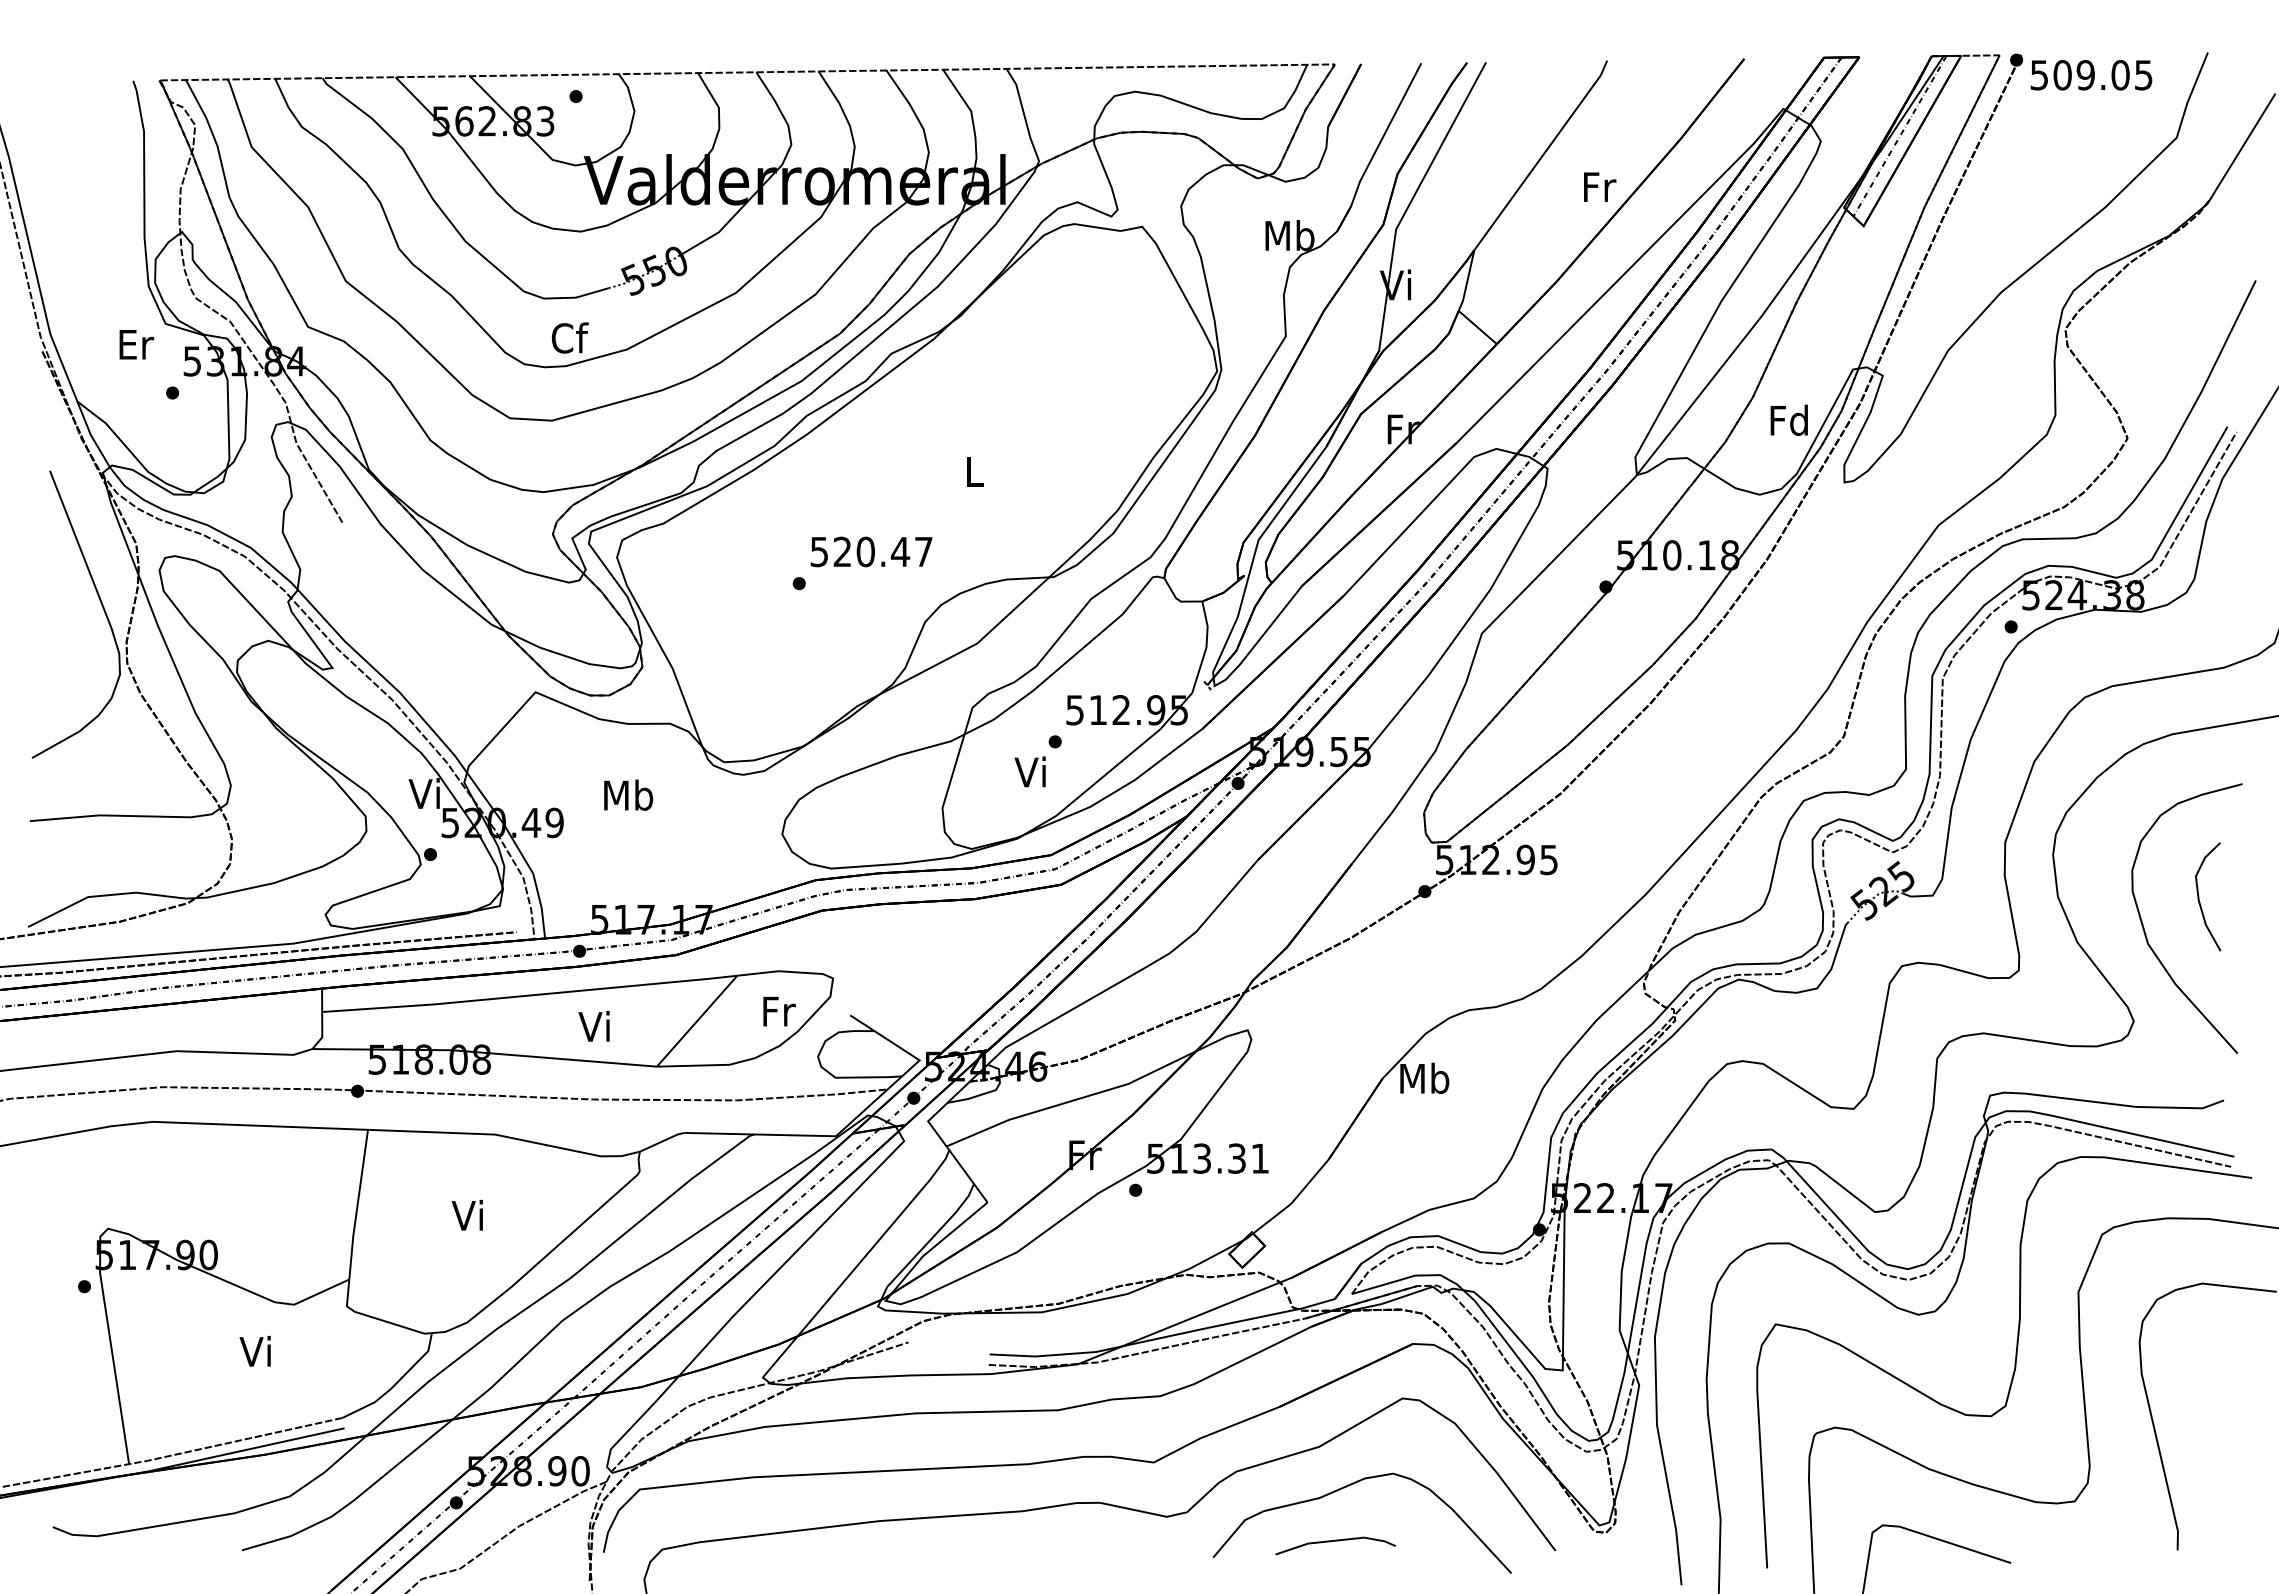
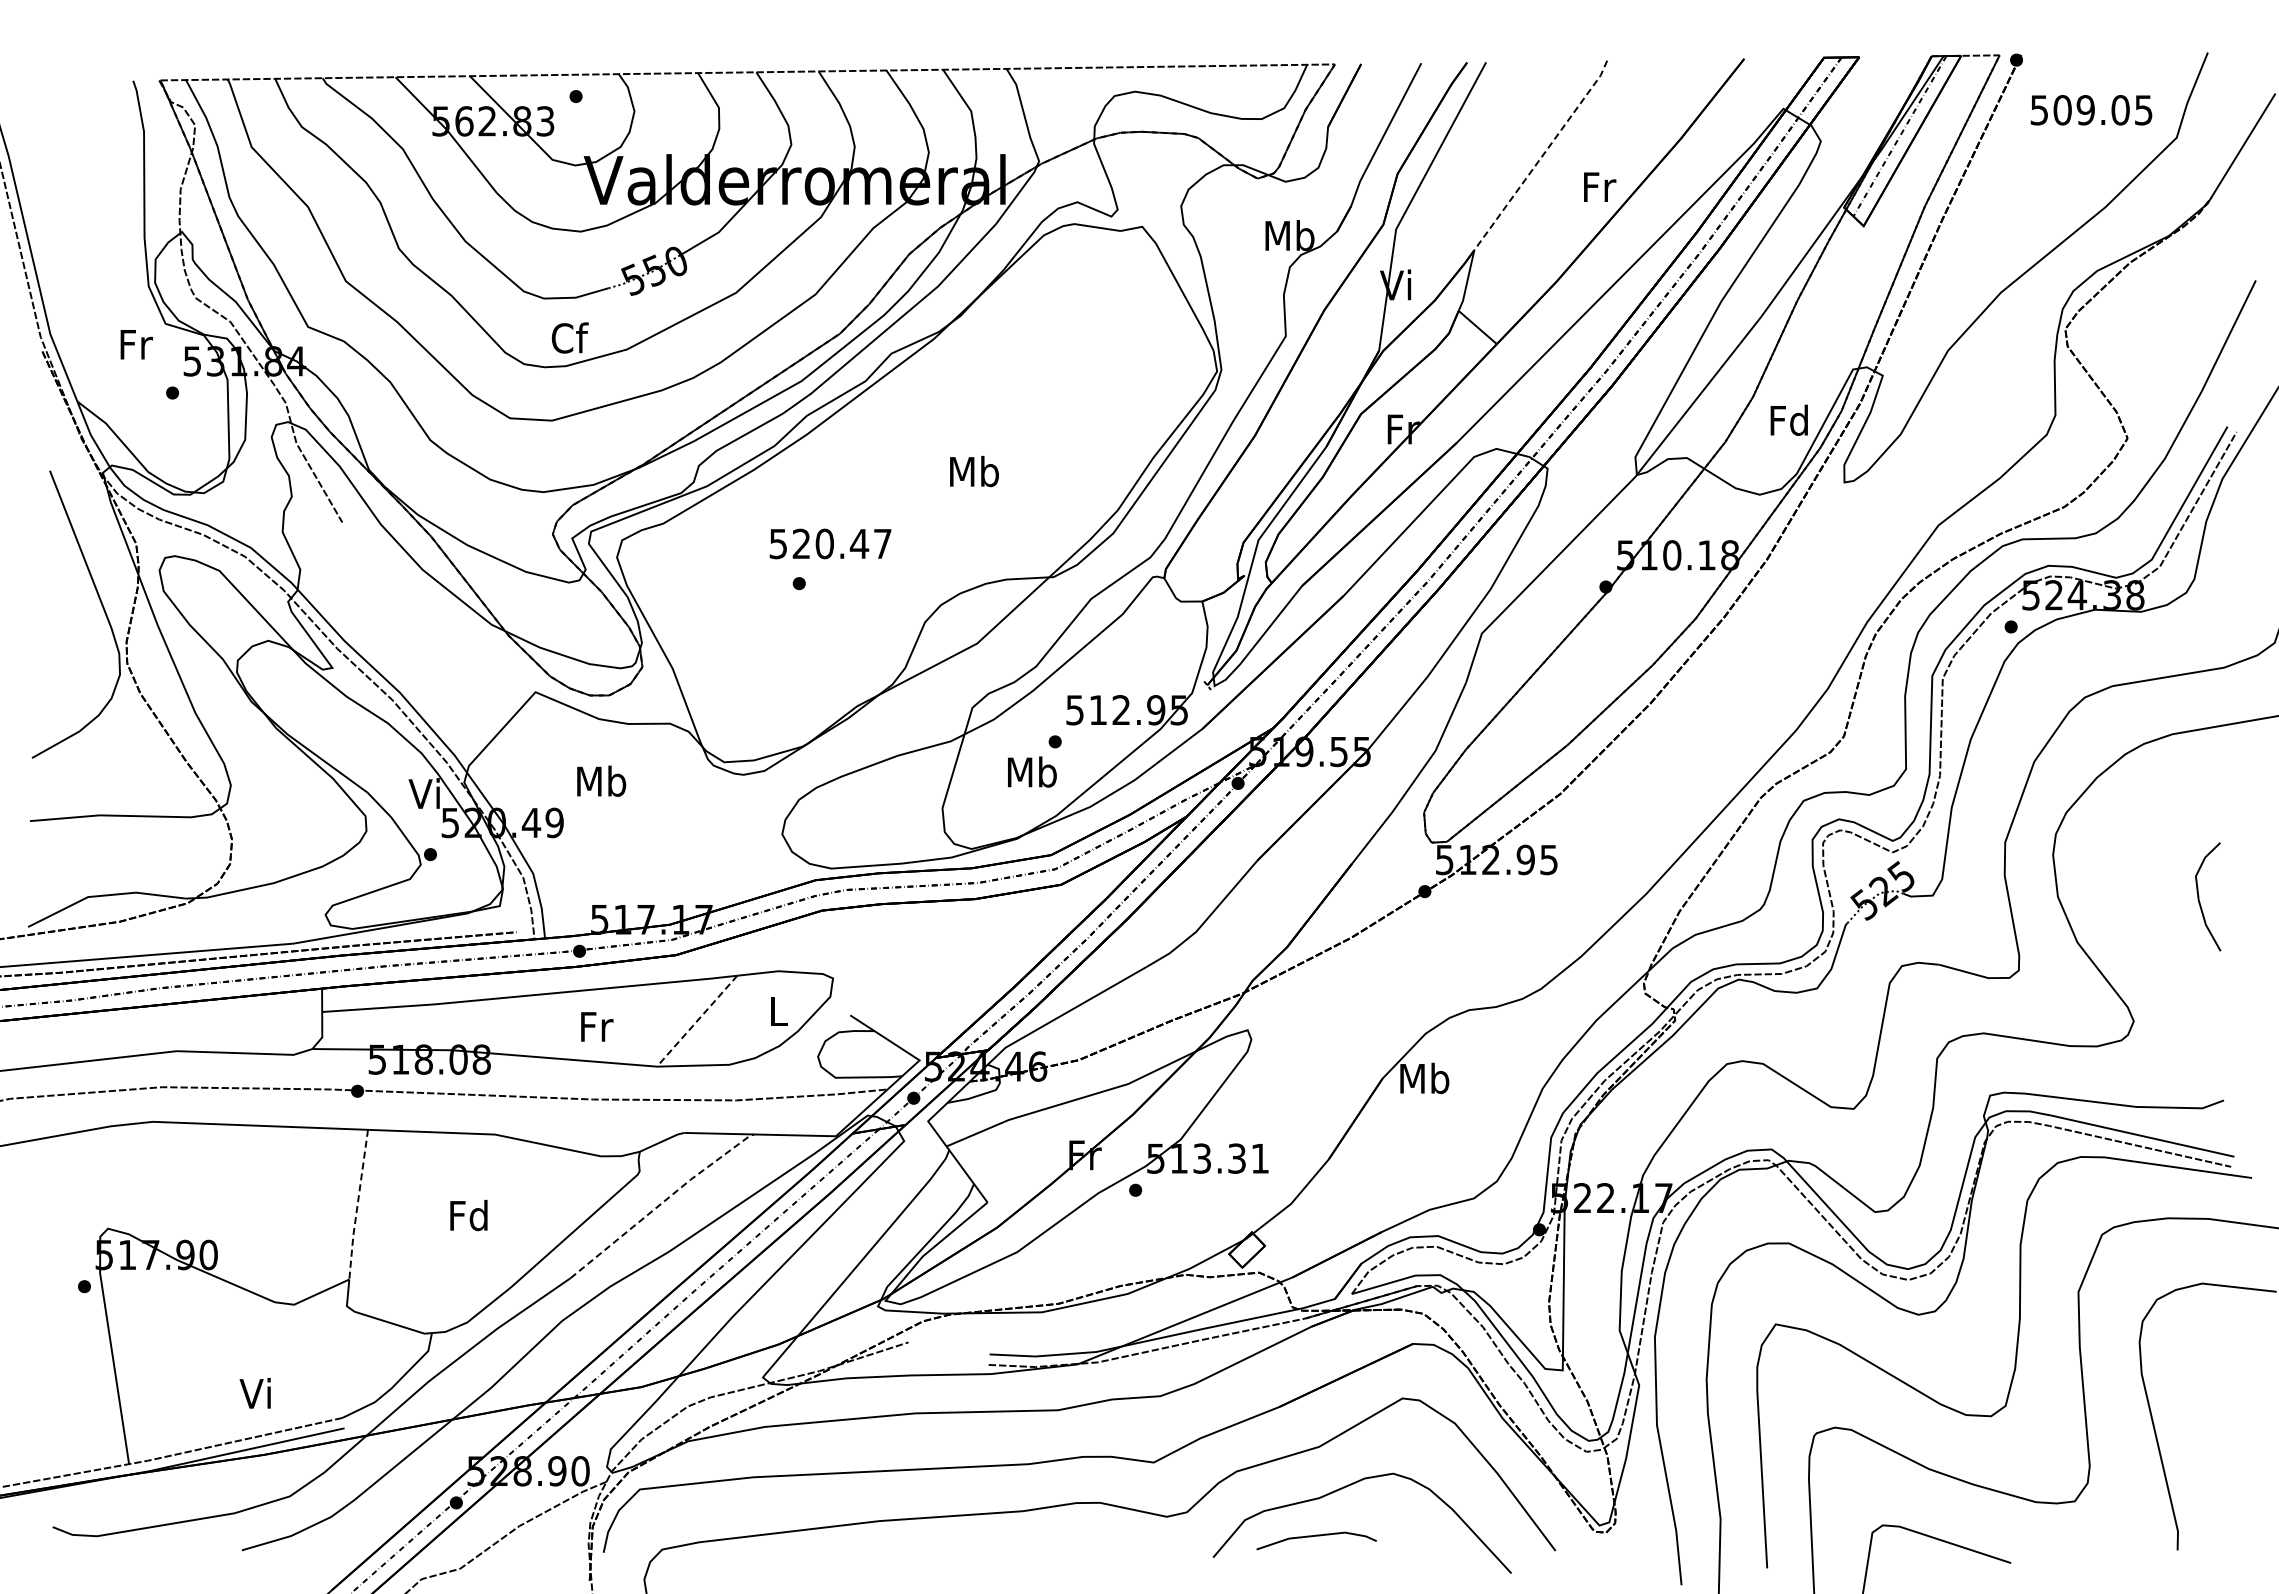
text at (2091, 75) position: (2091, 75) -> (2091, 110)
line at (1542, 155): solid -> dashed
text at (136, 344): Er -> Fr
text at (974, 471): L -> Mb
text at (871, 551) position: (871, 551) -> (830, 543)
text at (1032, 771): Vi -> Mb
text at (628, 794) position: (628, 794) -> (601, 780)
curve at (2144, 927): present -> none
text at (779, 1011): Fr -> L
line at (697, 1021): solid -> dashed
text at (595, 1026): Vi -> Fr
line at (662, 1203): solid -> dashed
line at (357, 1205): solid -> dashed
text at (468, 1215): Vi -> Fd
text at (254, 1351) position: (254, 1351) -> (254, 1393)
line at (1335, 1541) position: (1335, 1541) -> (1316, 1536)
